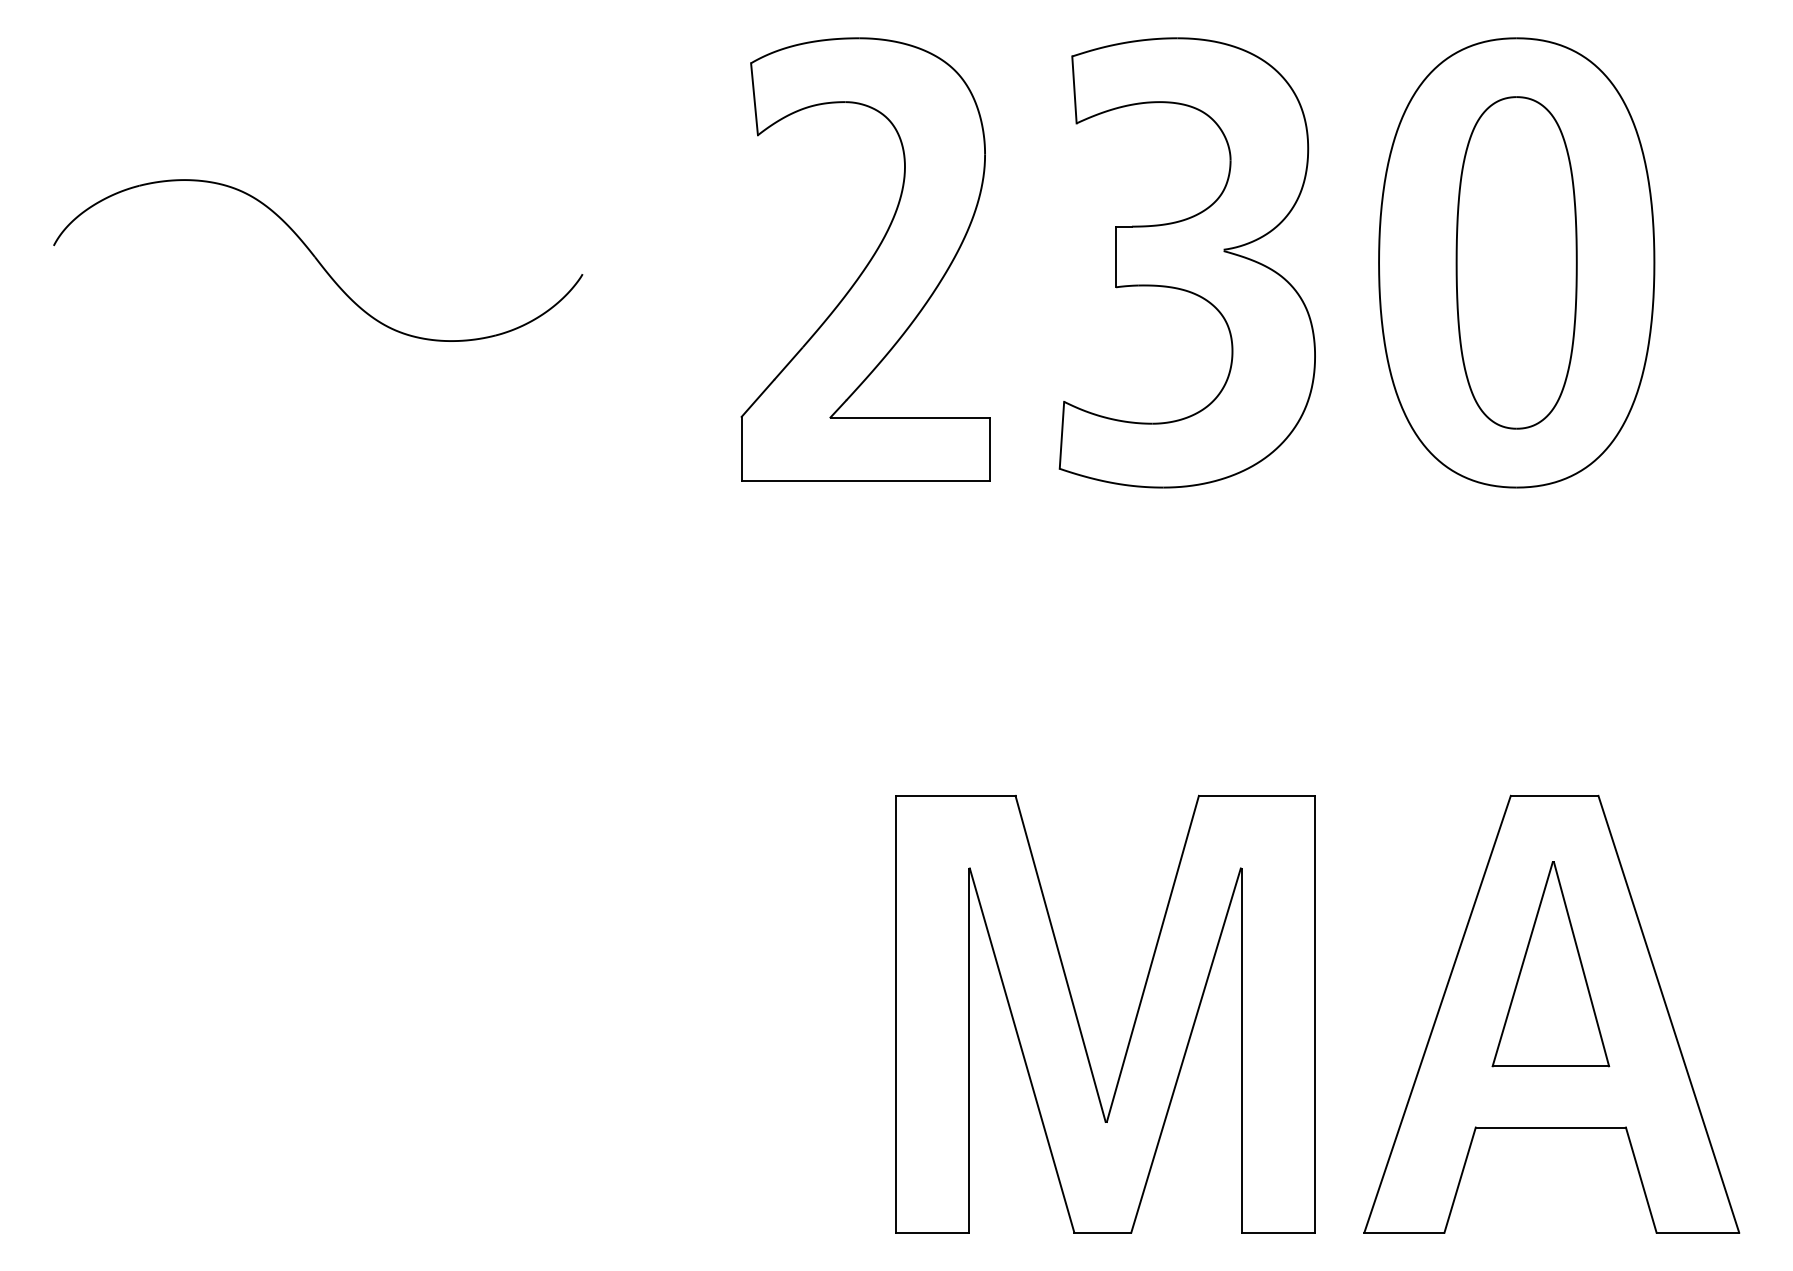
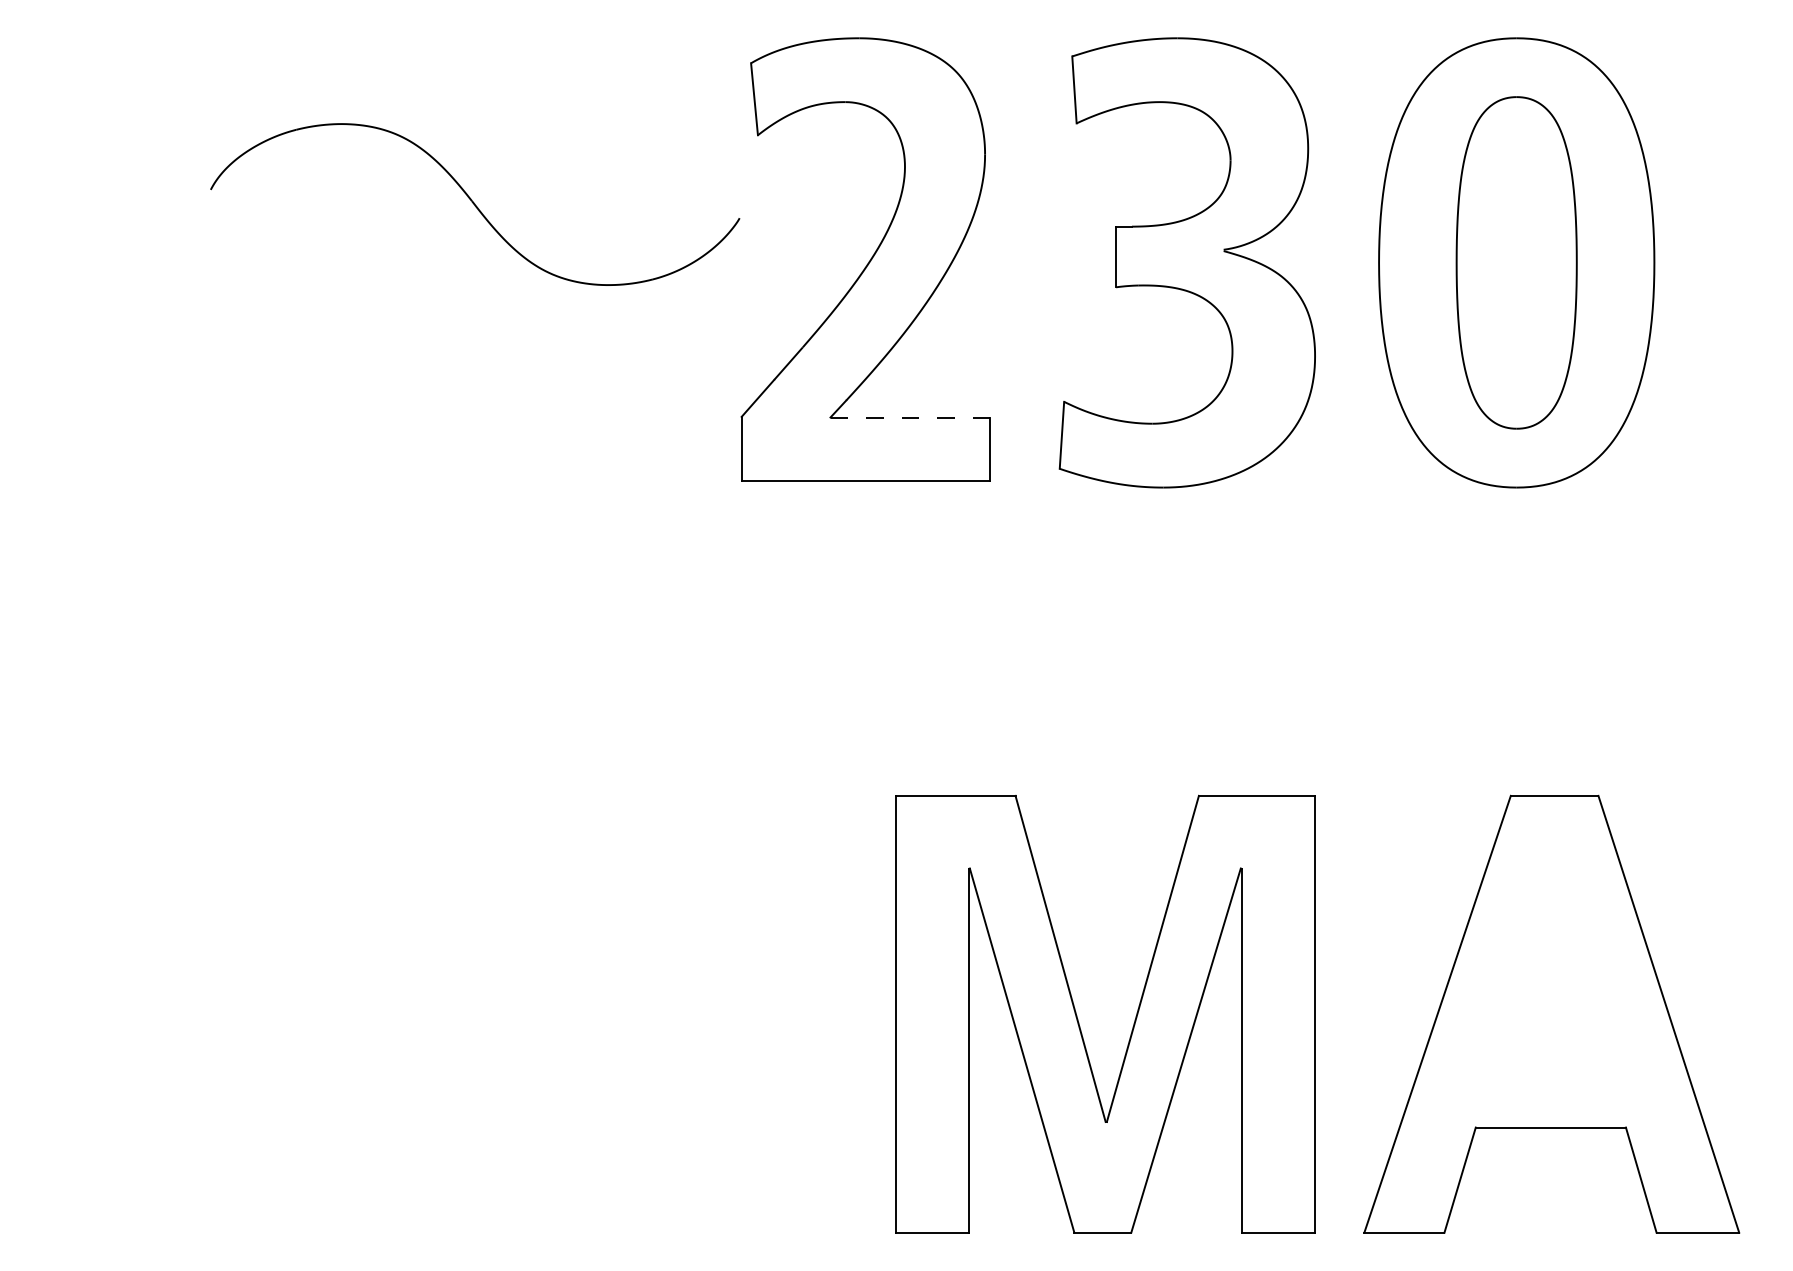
part at (318, 260) position: (318, 260) -> (475, 204)
line at (910, 417): solid -> dashed
part at (1550, 964): present -> none
